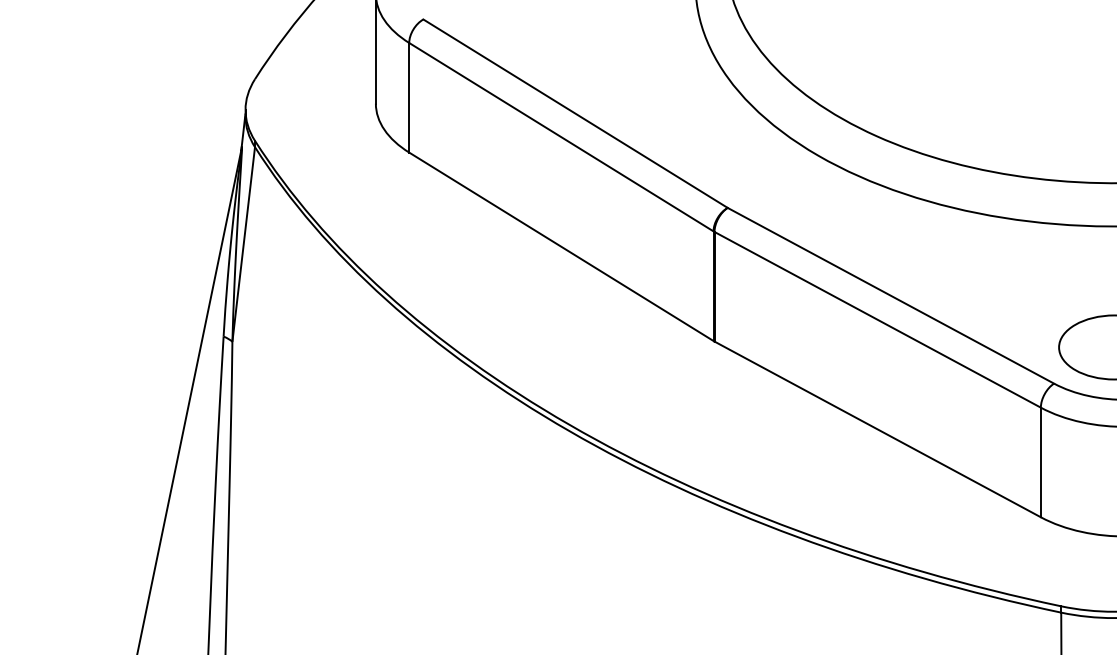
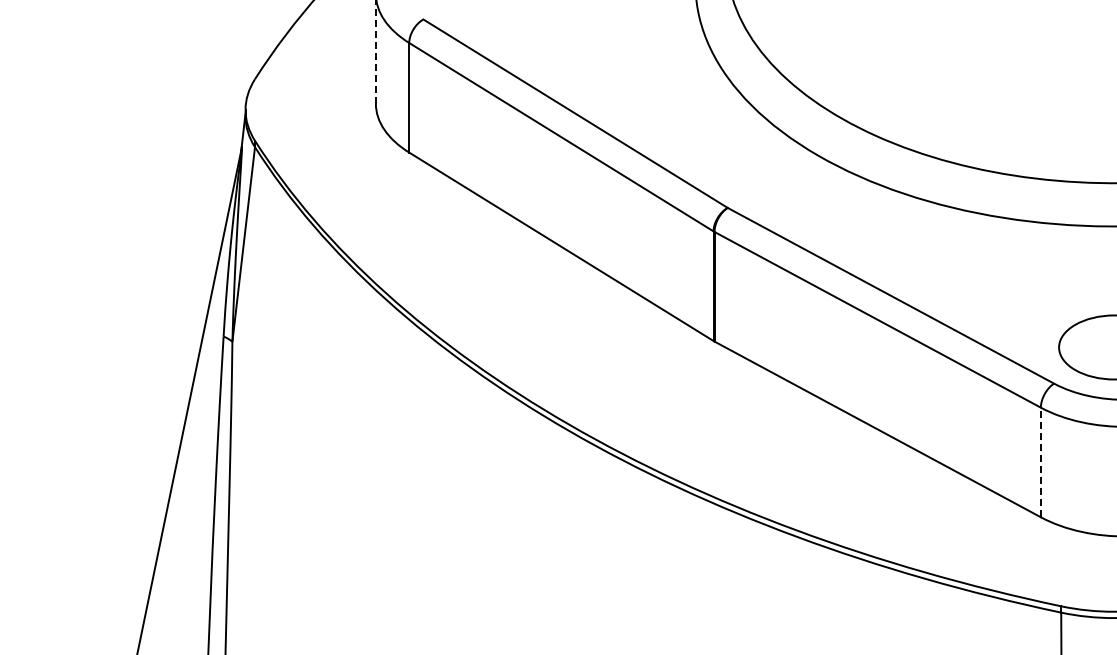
line at (375, 51): solid -> dashed
line at (1040, 462): solid -> dashed
